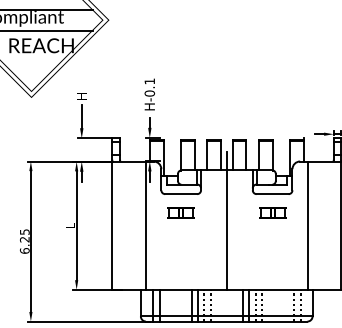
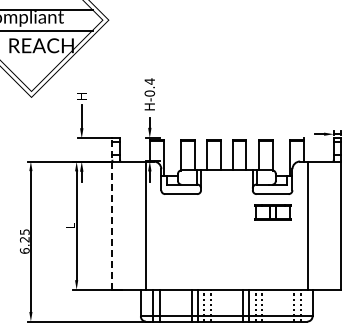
text at (149, 81): H-0.1 -> H-0.4
part at (180, 212): present -> none
part at (272, 212) size: 28x12 px -> 38x17 px
line at (112, 214): solid -> dashed
line at (226, 220): present -> none
